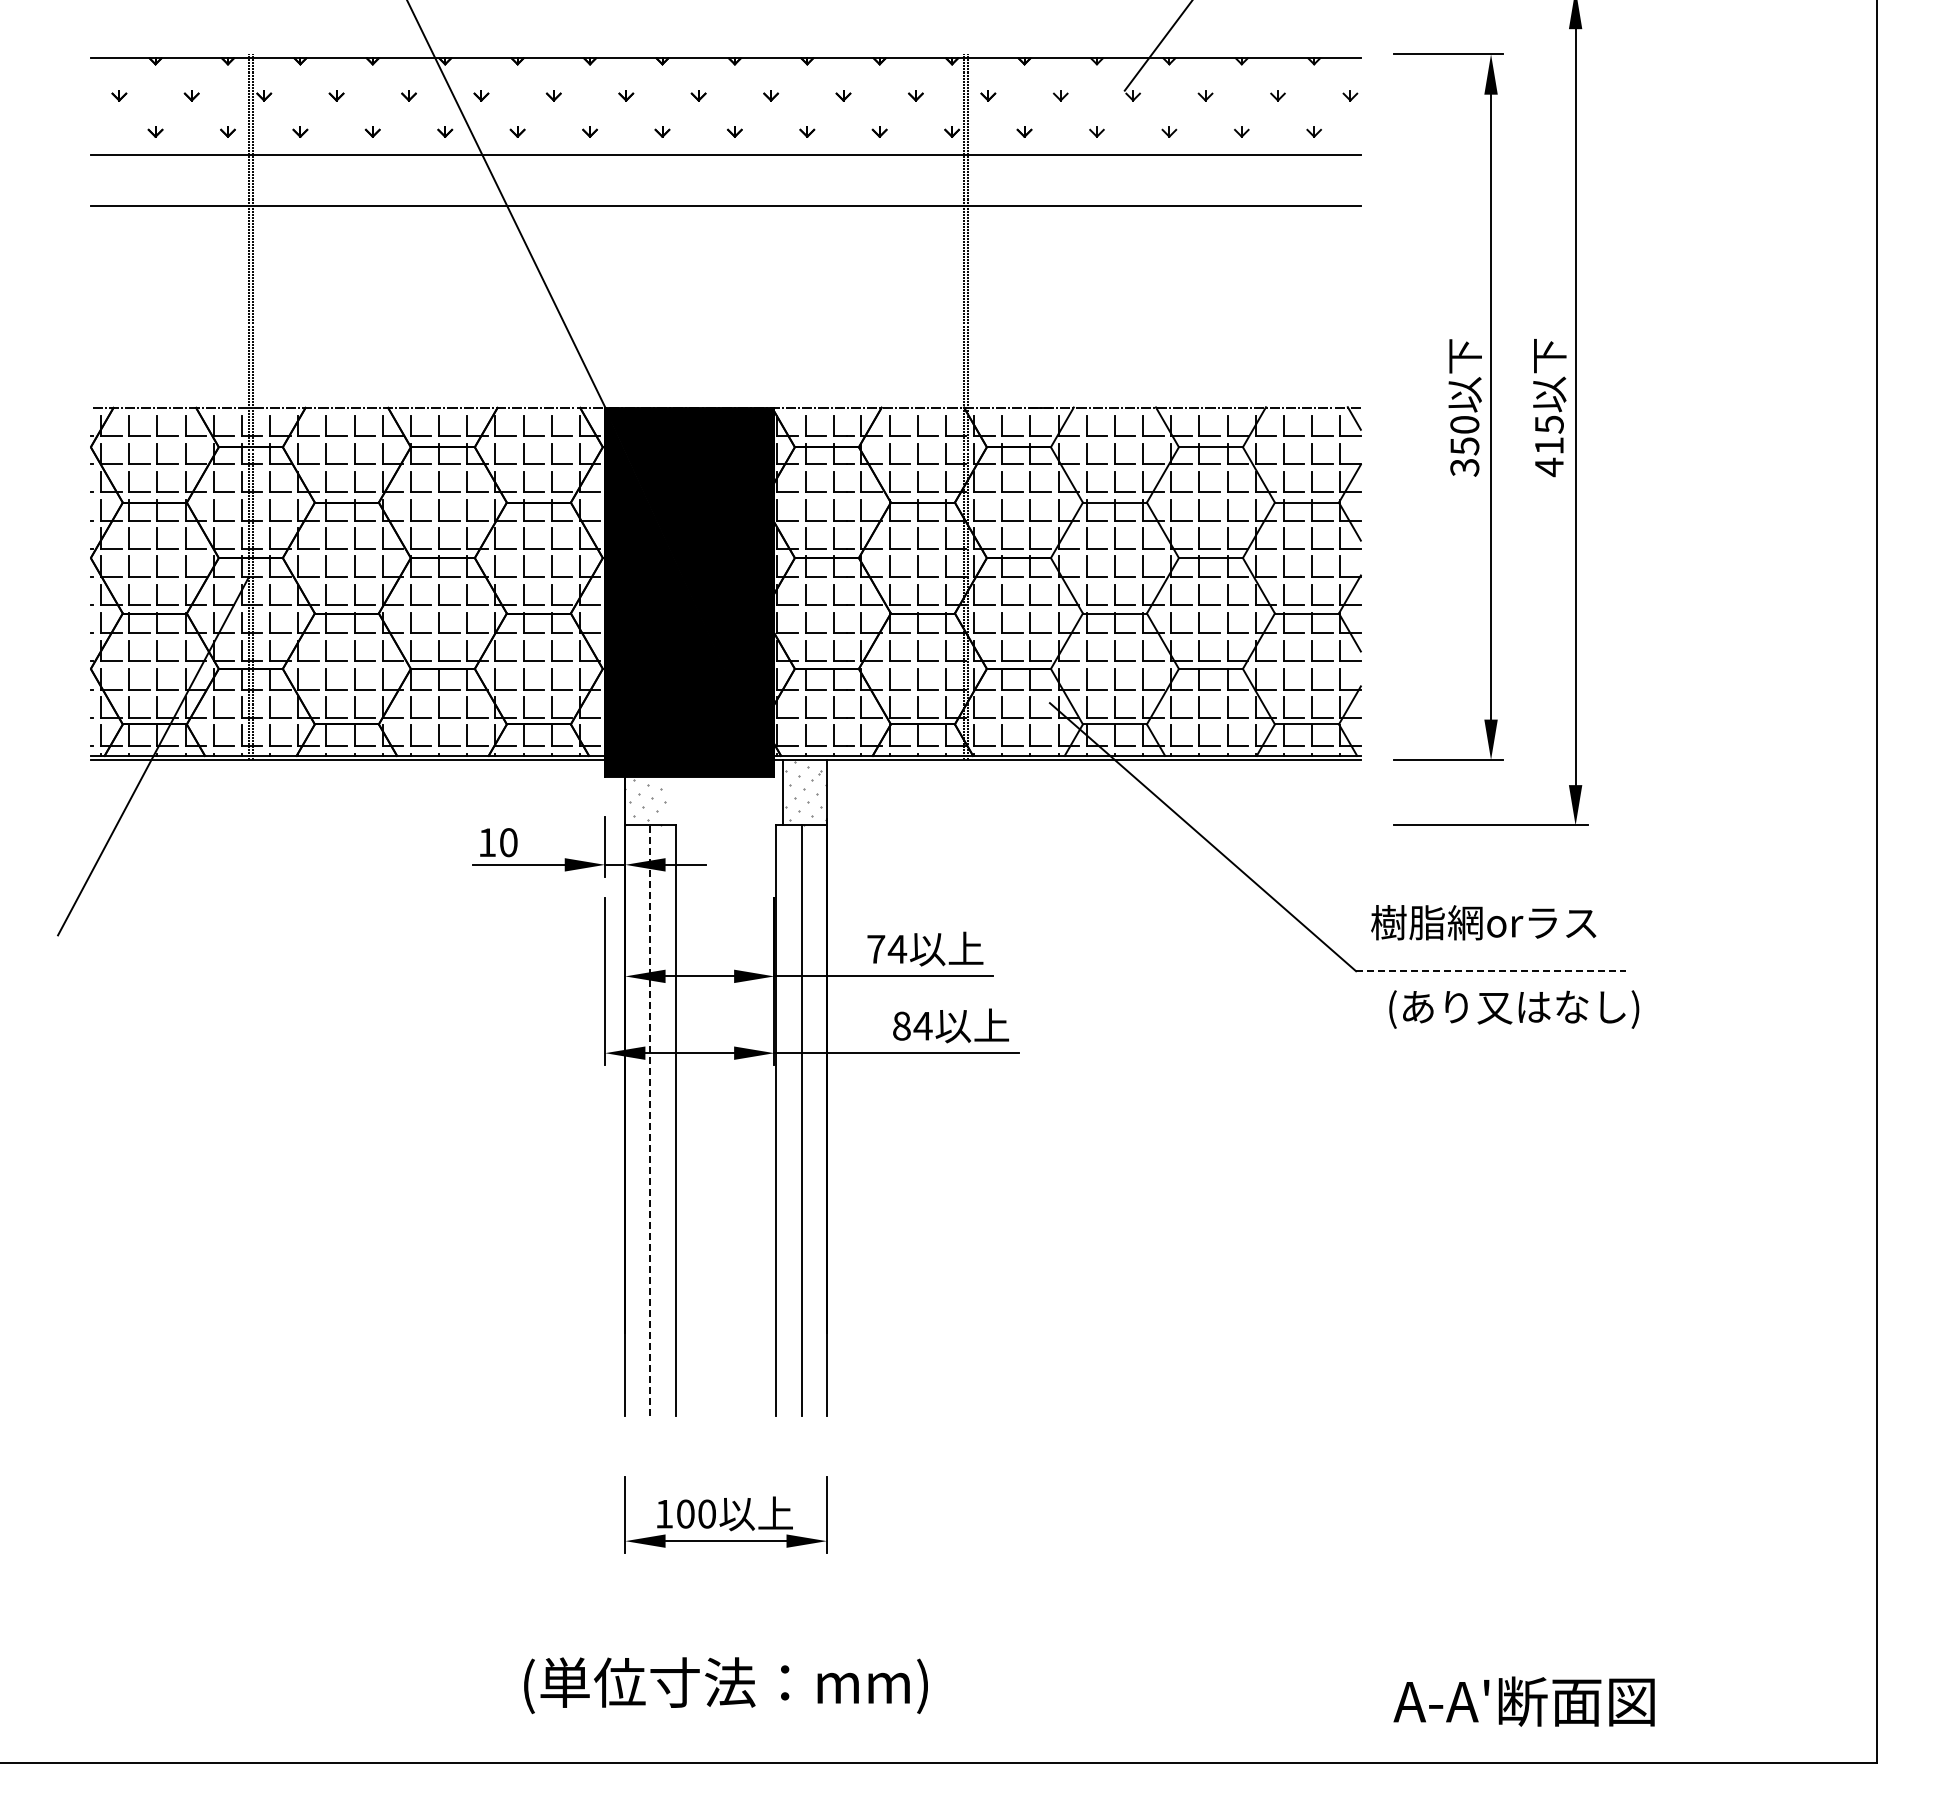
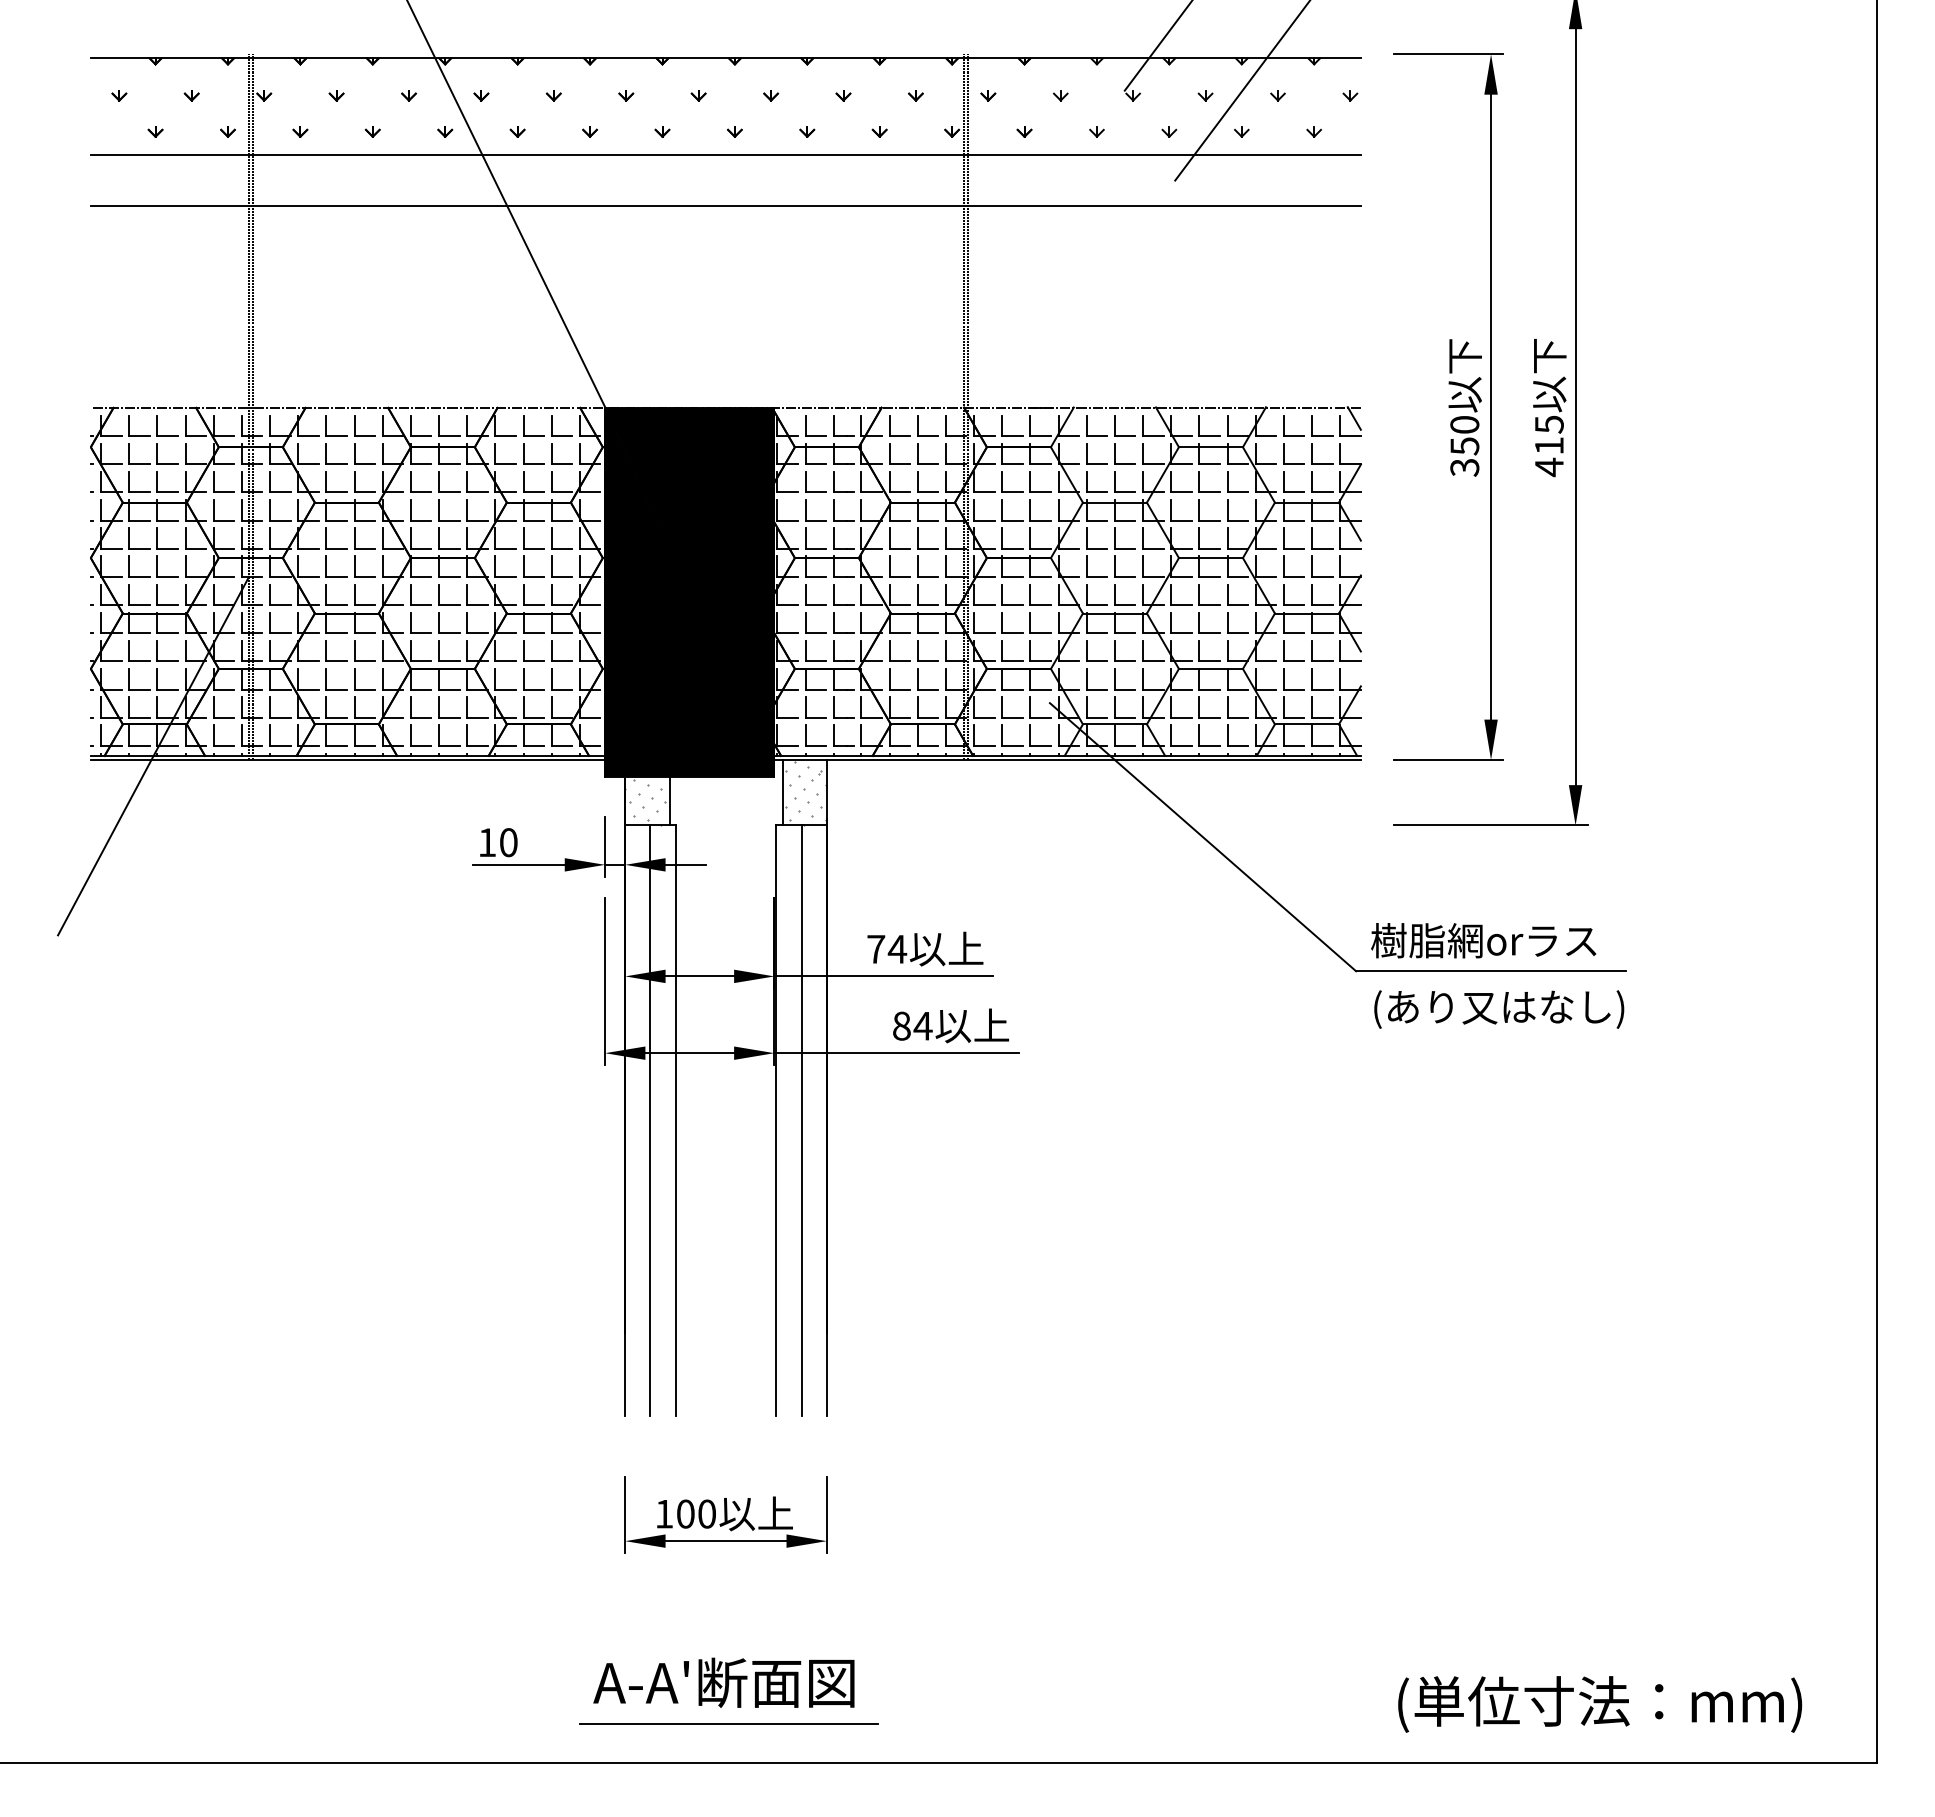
line at (1241, 91): none -> present
line at (669, 800): none -> present
text at (1483, 922) position: (1483, 922) -> (1483, 940)
line at (1491, 971): dashed -> solid
text at (1514, 1009) position: (1514, 1009) -> (1499, 1009)
line at (650, 1120): dashed -> solid
text at (725, 1685): (単位寸法：mm) -> A-A'断面図
text at (1597, 1704): A-A'断面図 -> (単位寸法：mm)
line at (728, 1724): none -> present
